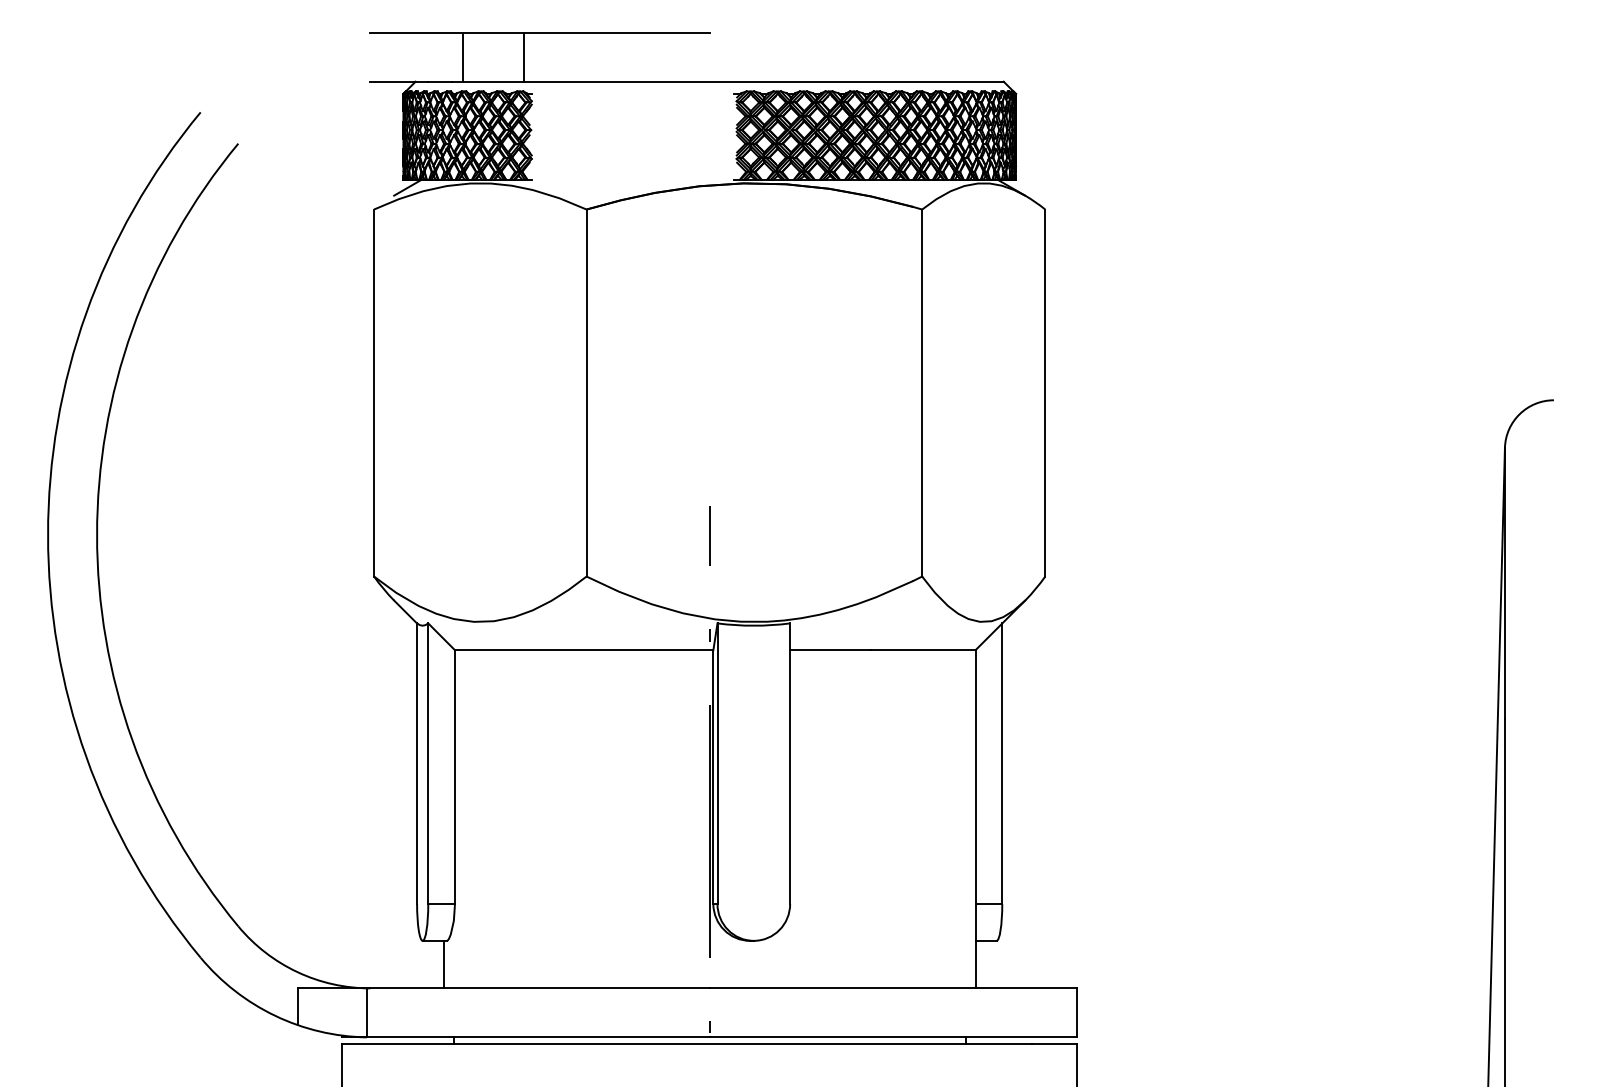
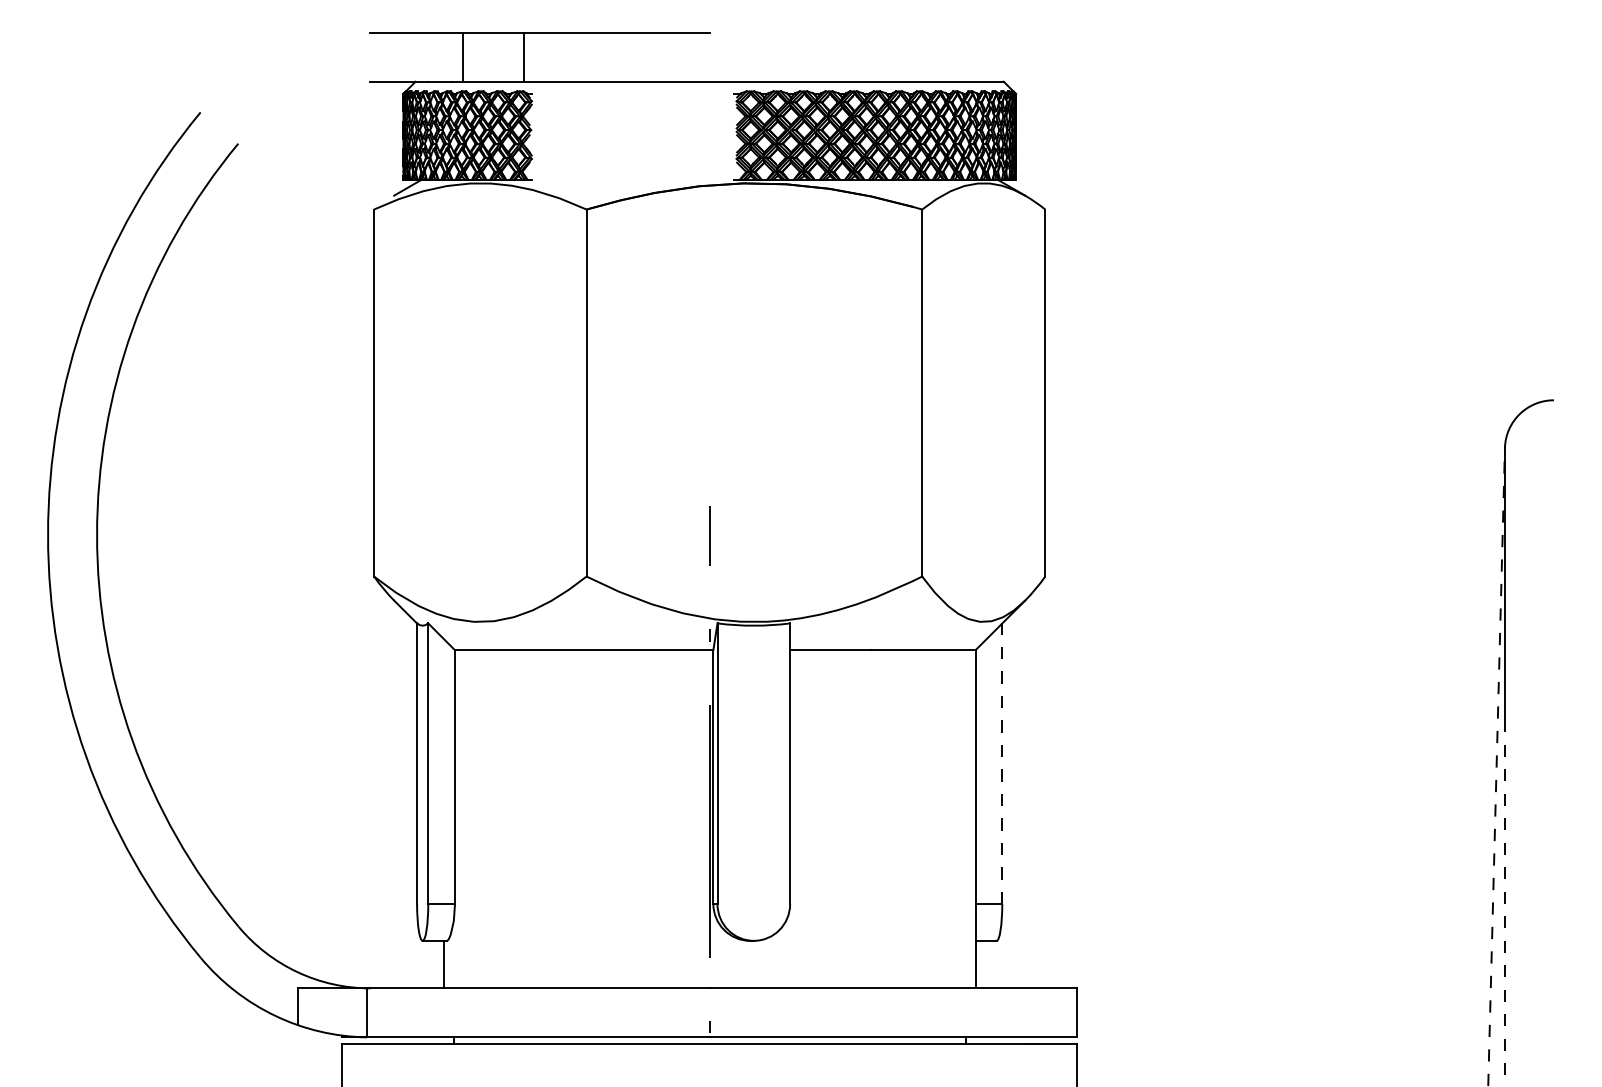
line at (1002, 763): solid -> dashed
line at (1496, 766): solid -> dashed
line at (1504, 902): solid -> dashed
